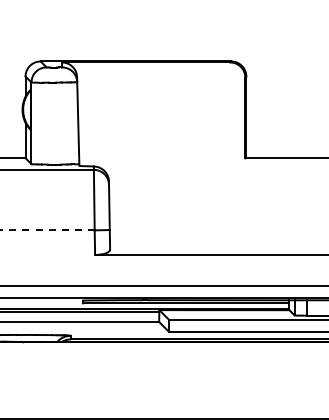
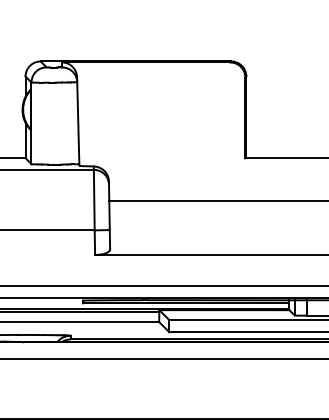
line at (217, 200): none -> present
line at (47, 230): dashed -> solid
line at (163, 358): none -> present
